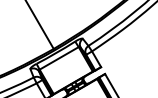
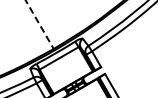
line at (39, 25): solid -> dashed
